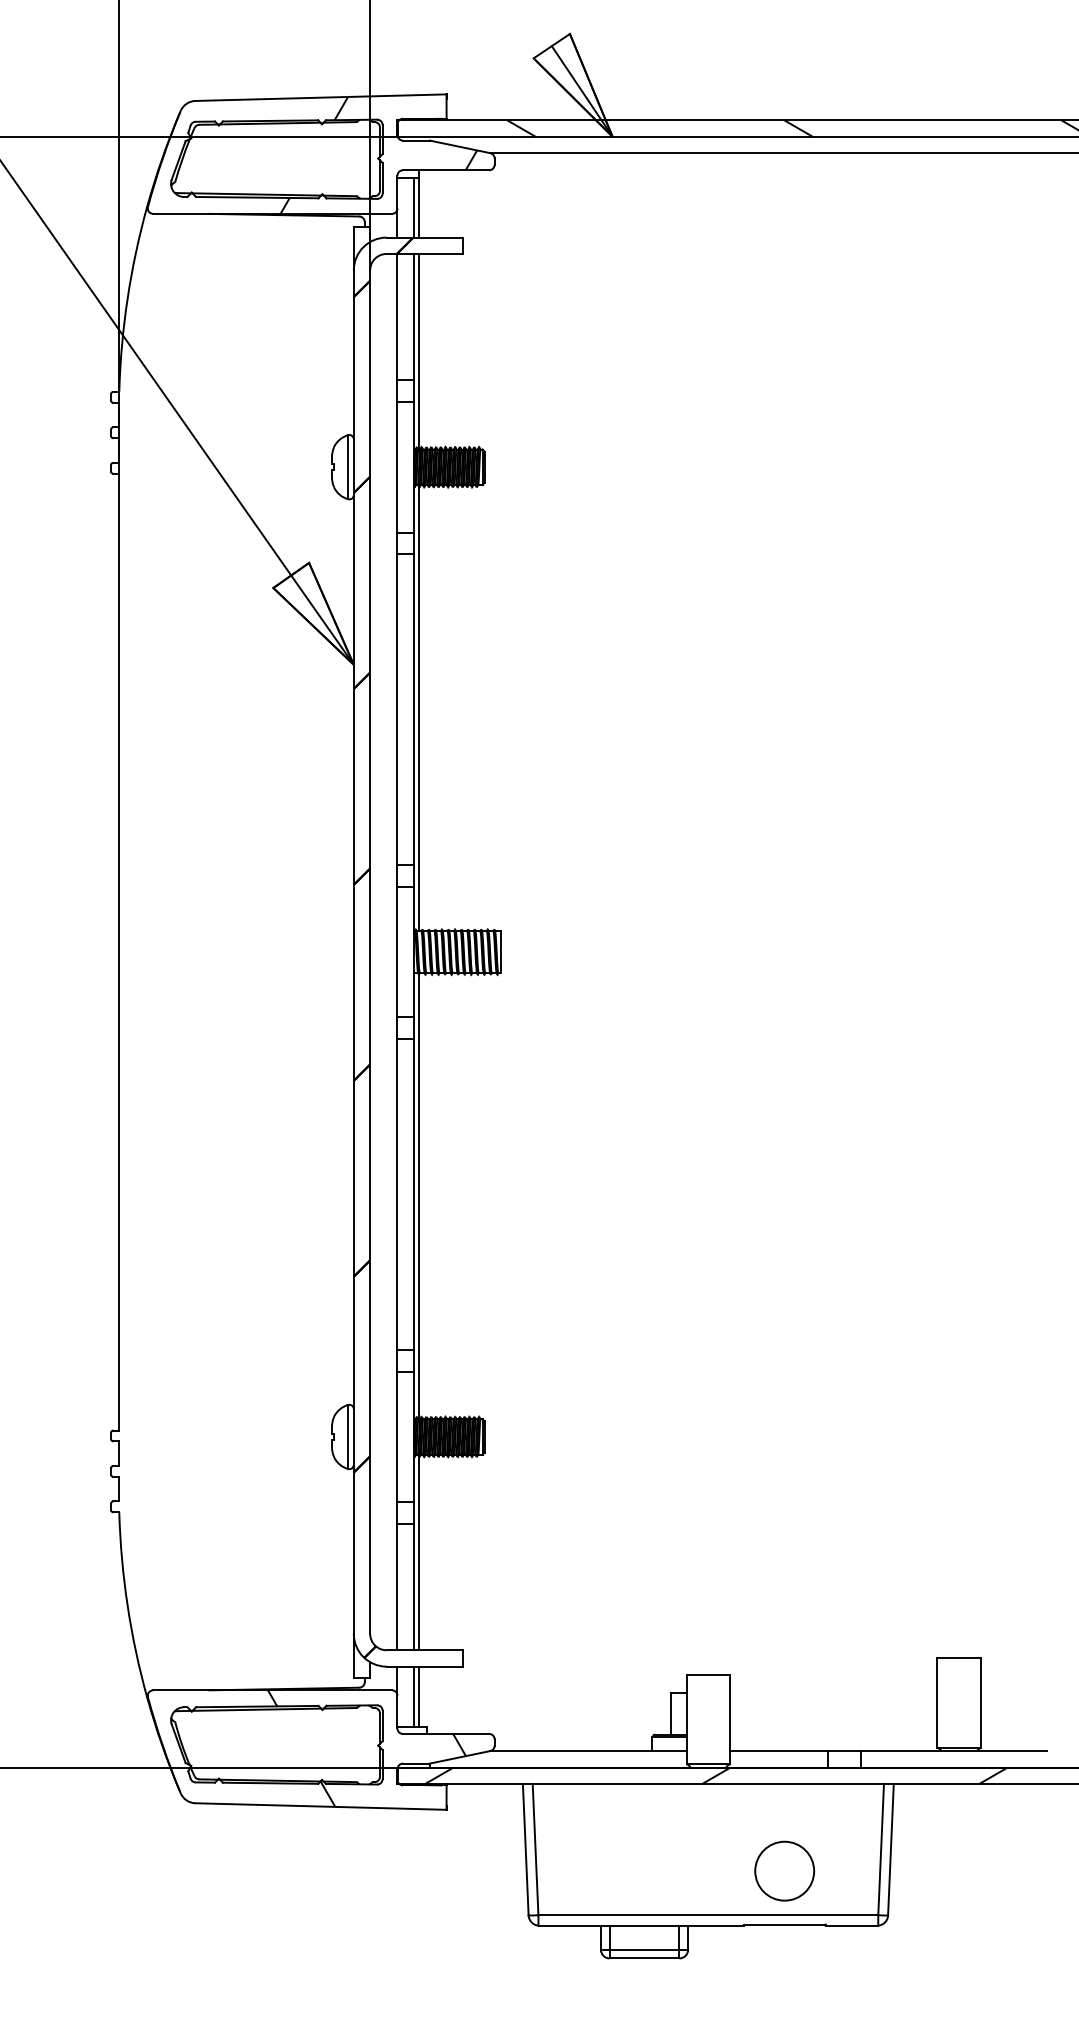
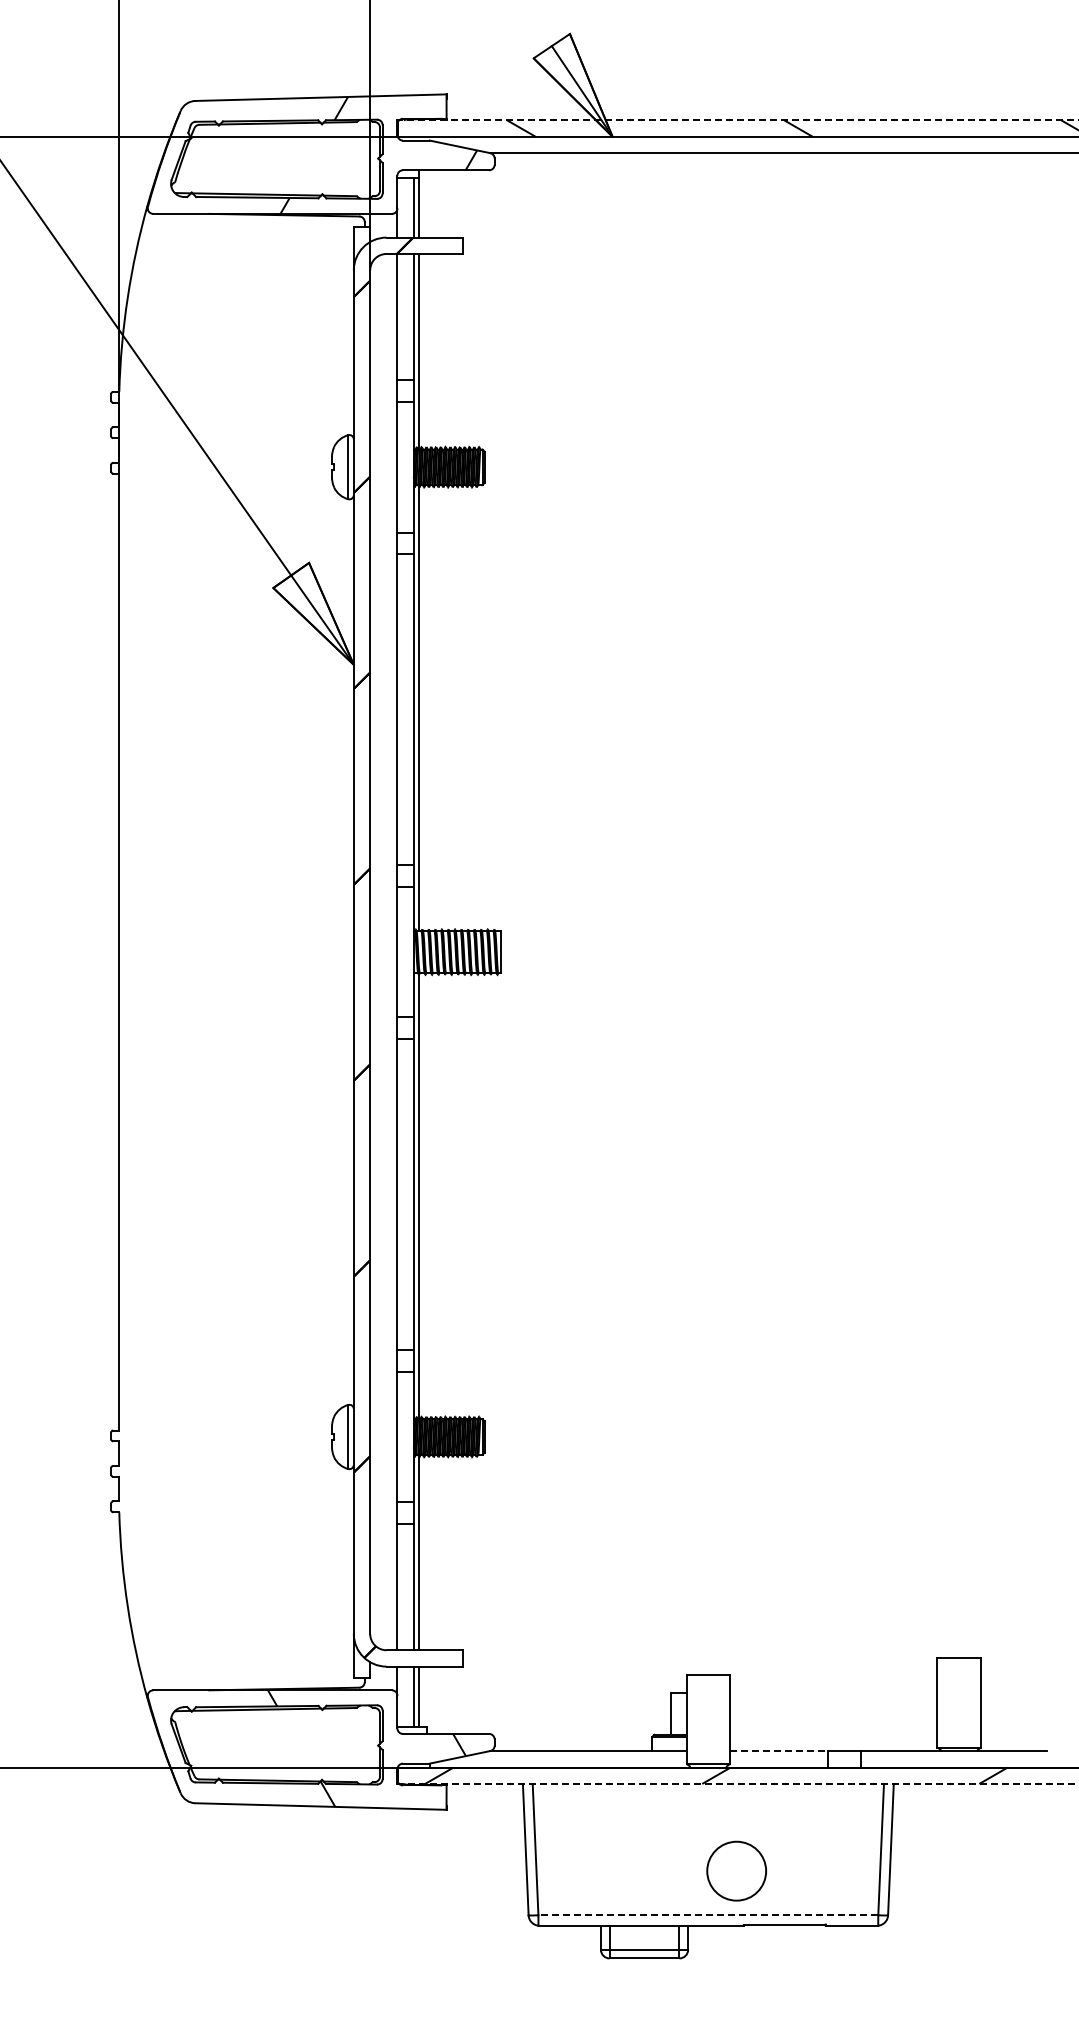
line at (737, 120): solid -> dashed
line at (779, 1751): solid -> dashed
line at (738, 1783): solid -> dashed
circle at (784, 1870) position: (784, 1870) -> (736, 1870)
line at (708, 1915): solid -> dashed
